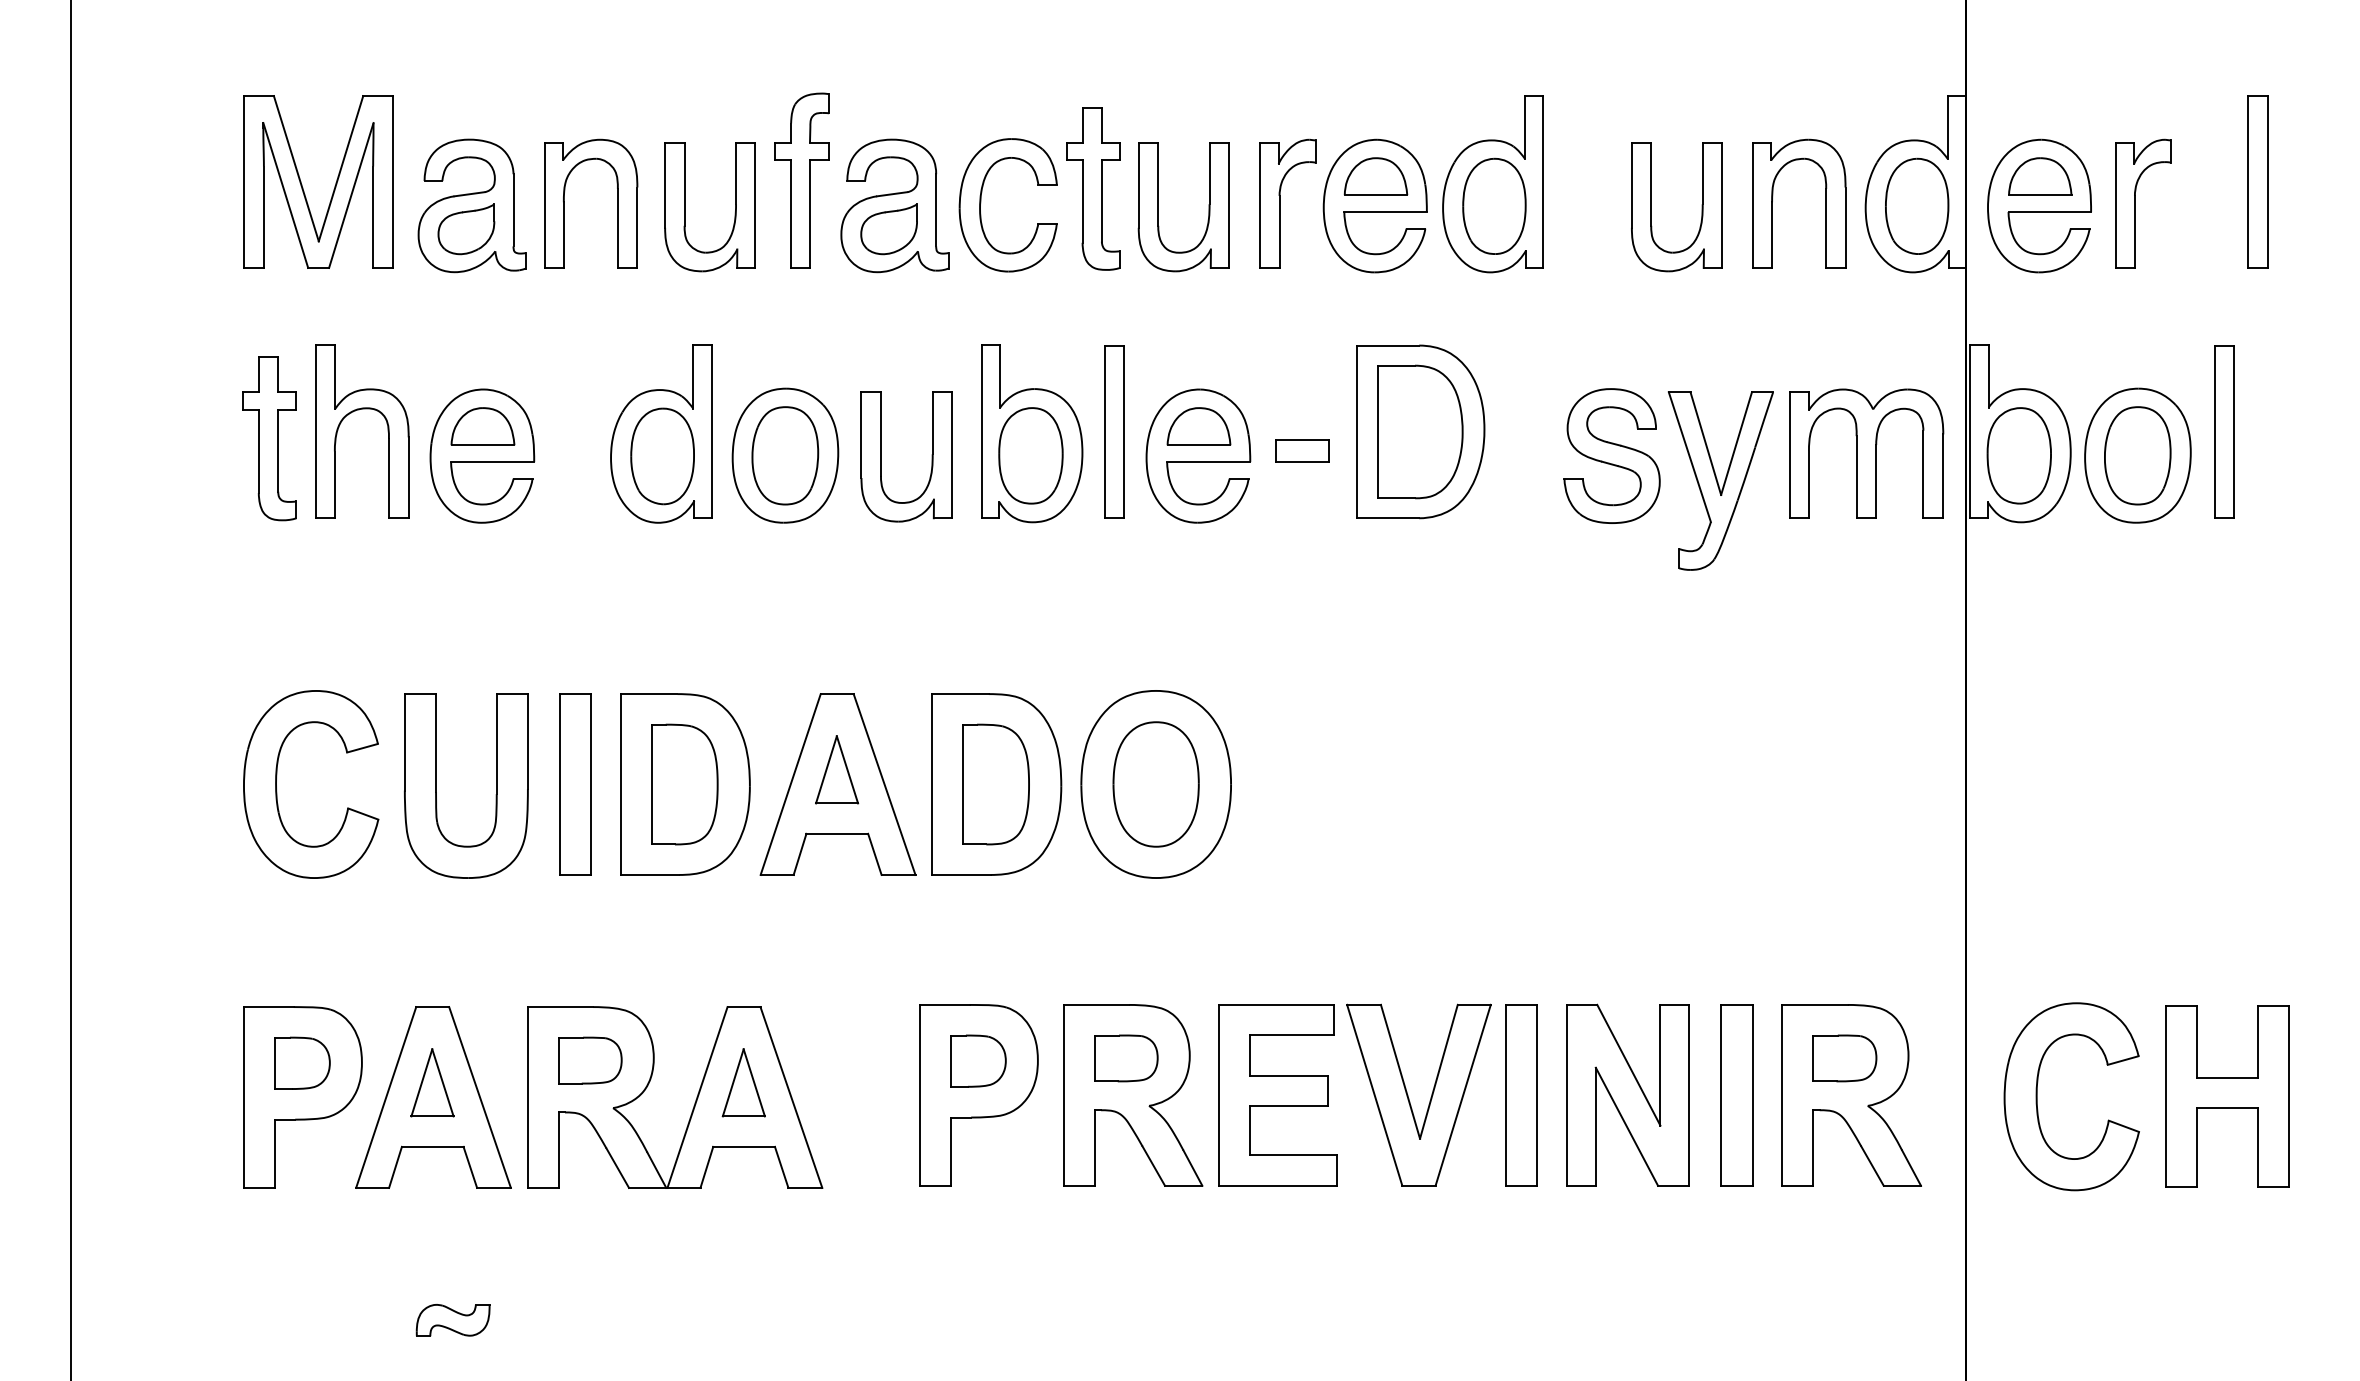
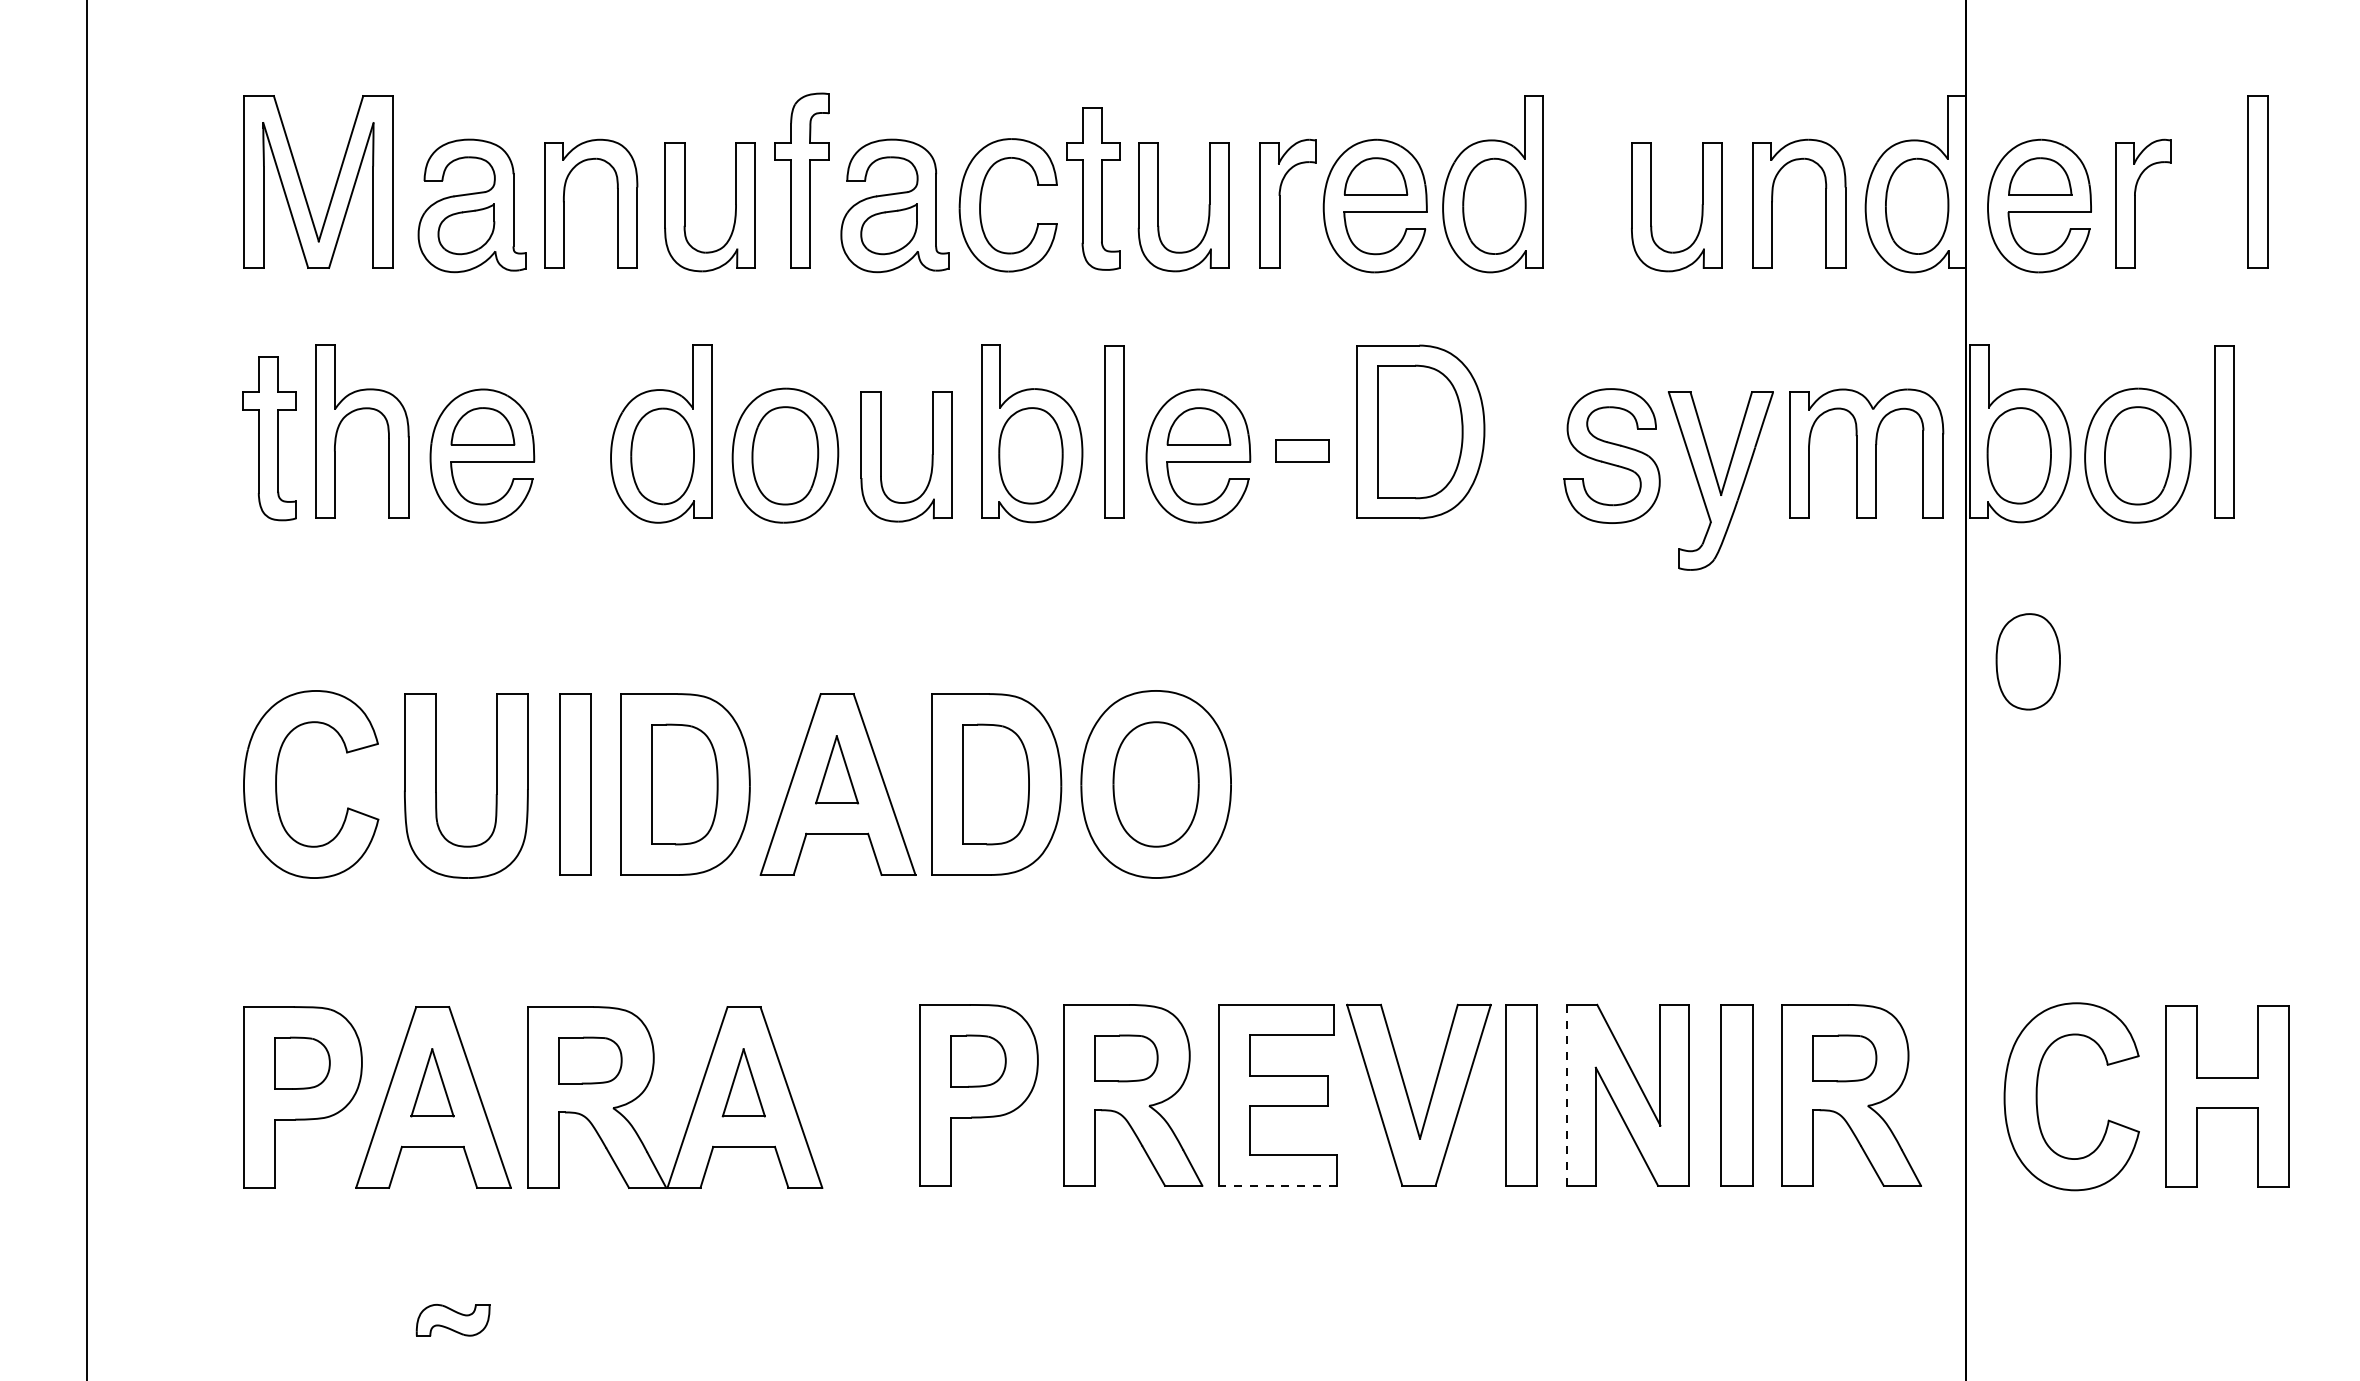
part at (2027, 661): none -> present
line at (70, 689) position: (70, 689) -> (86, 689)
line at (1566, 1094): solid -> dashed
line at (1277, 1185): solid -> dashed
